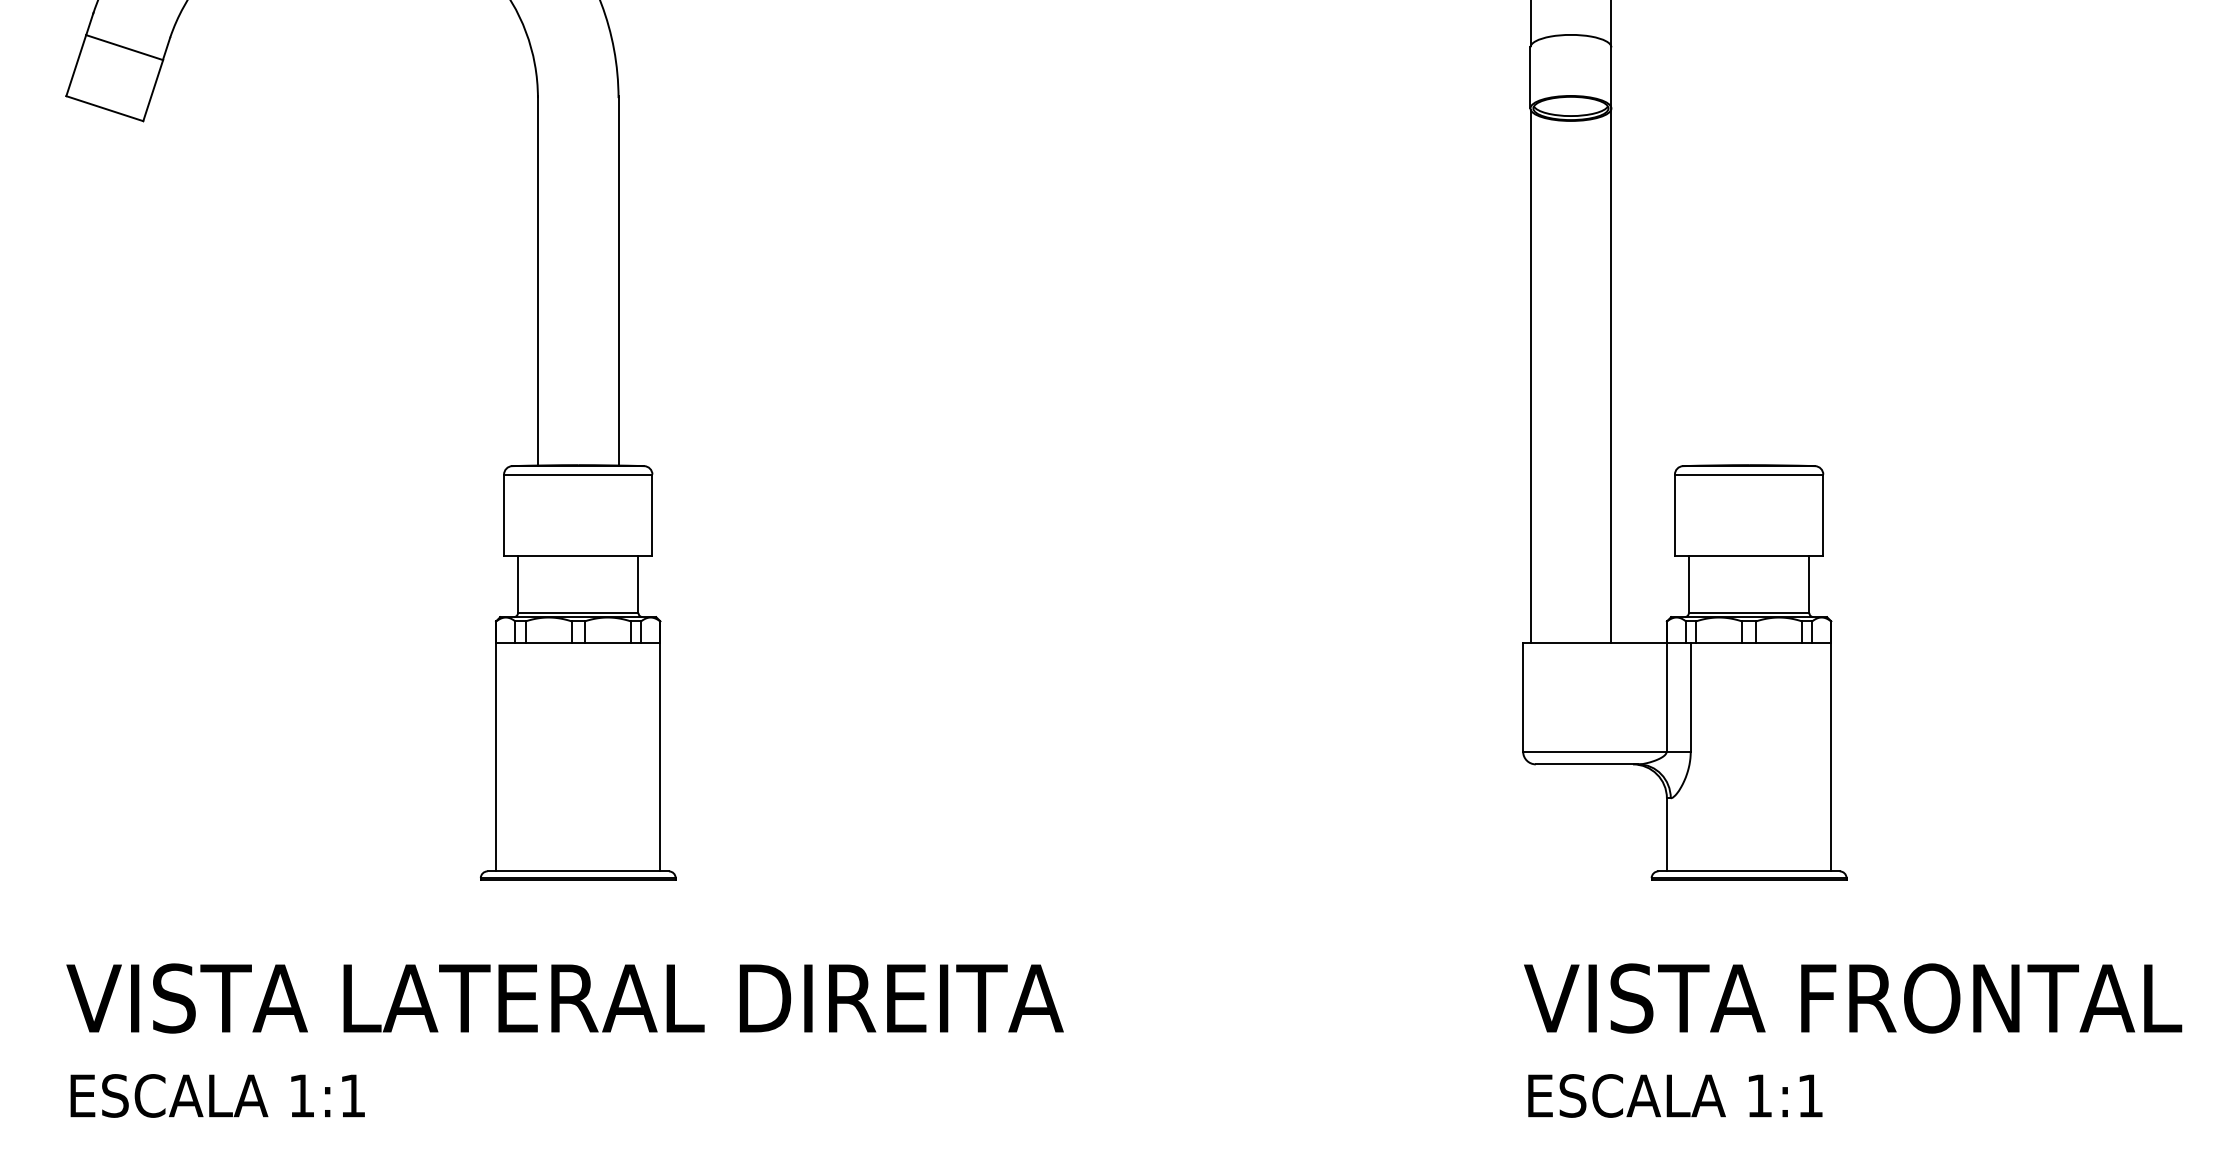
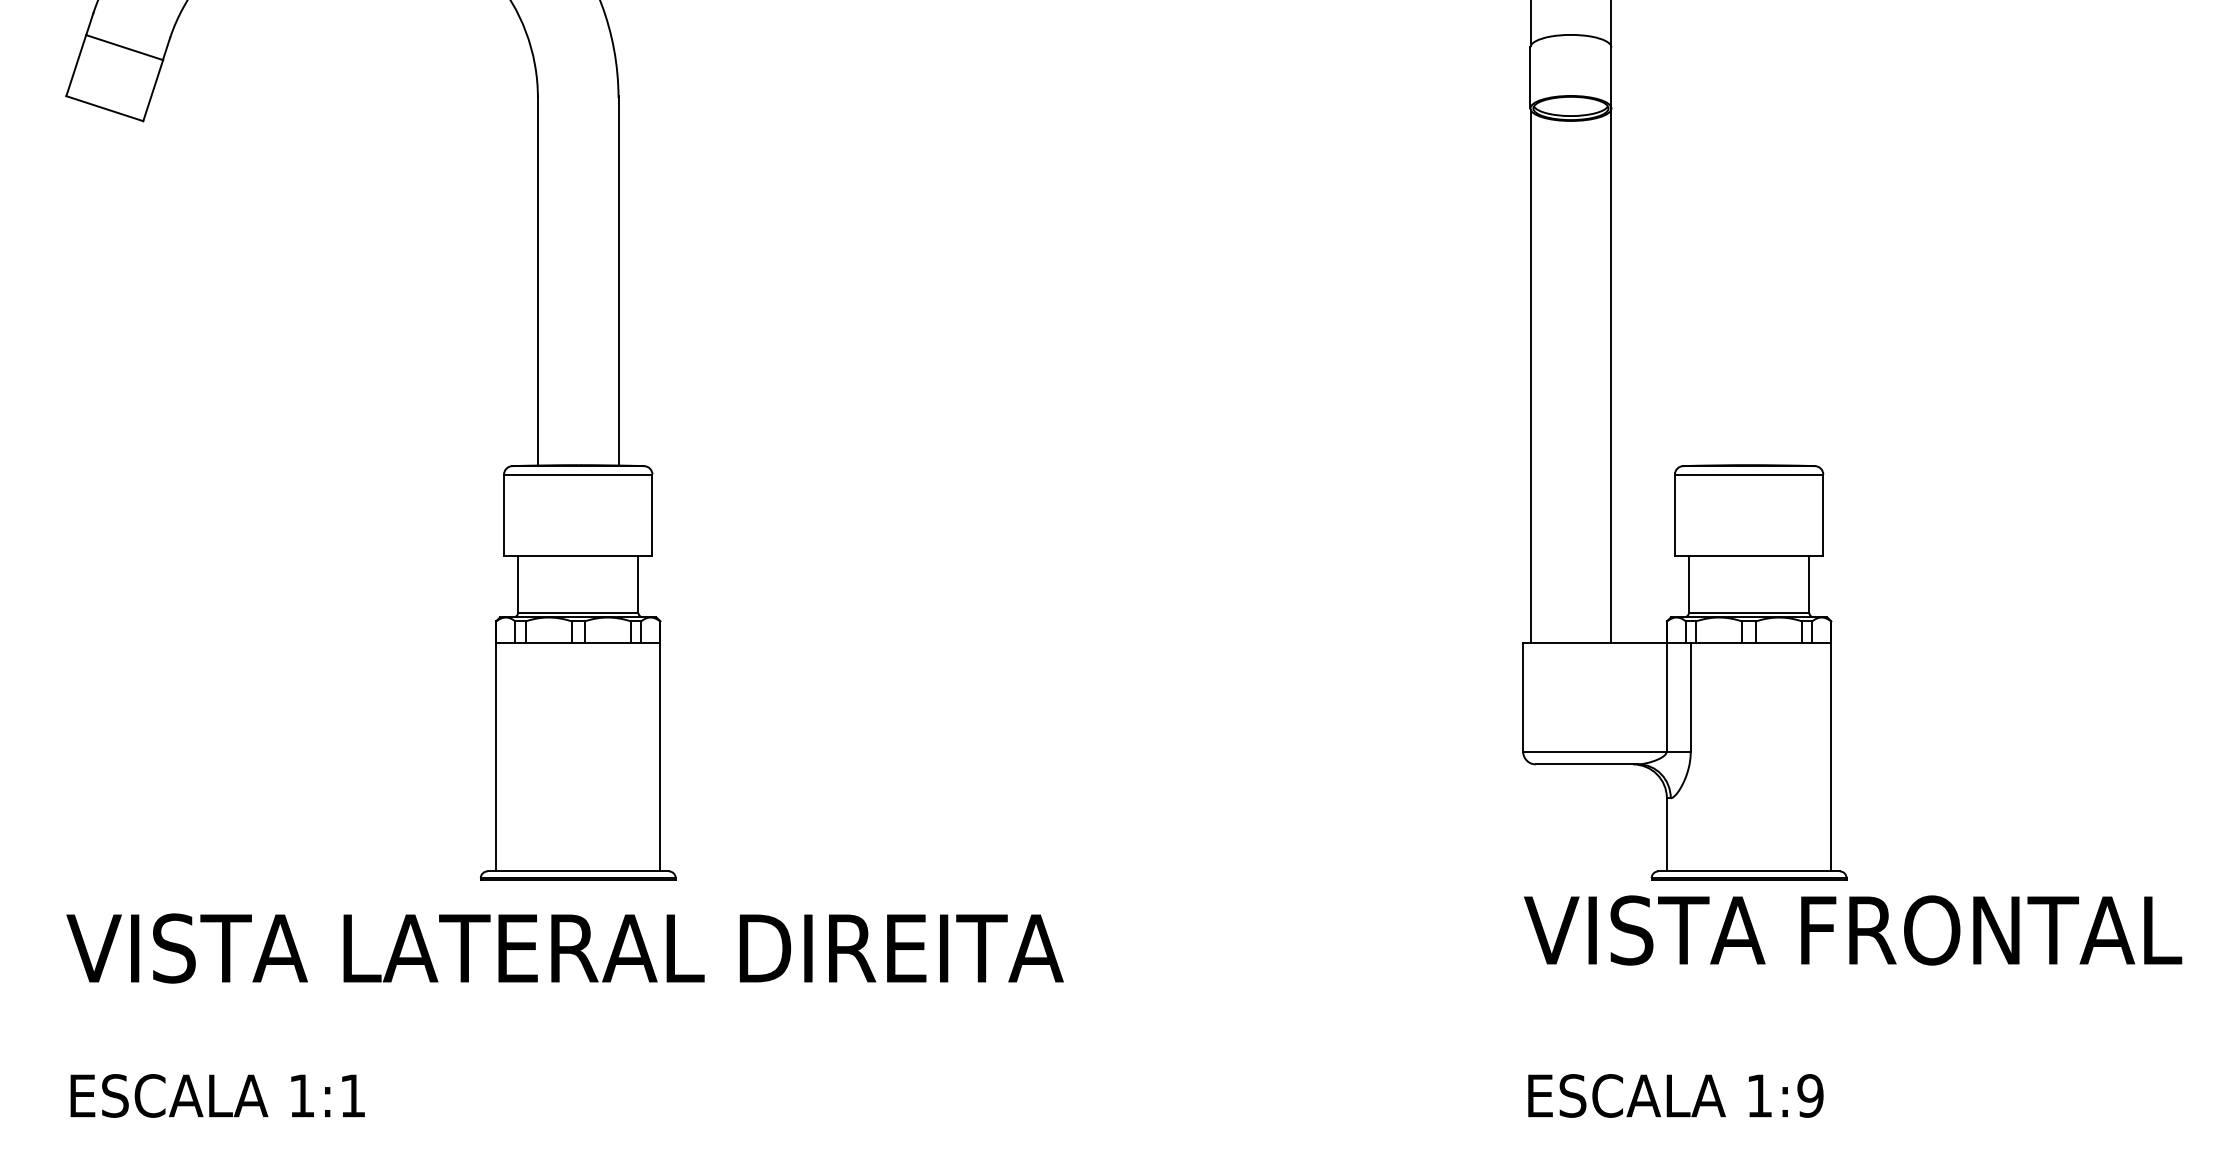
text at (564, 998) position: (564, 998) -> (564, 948)
text at (1853, 998) position: (1853, 998) -> (1853, 930)
text at (1810, 1095): 1:1 -> 1:9
